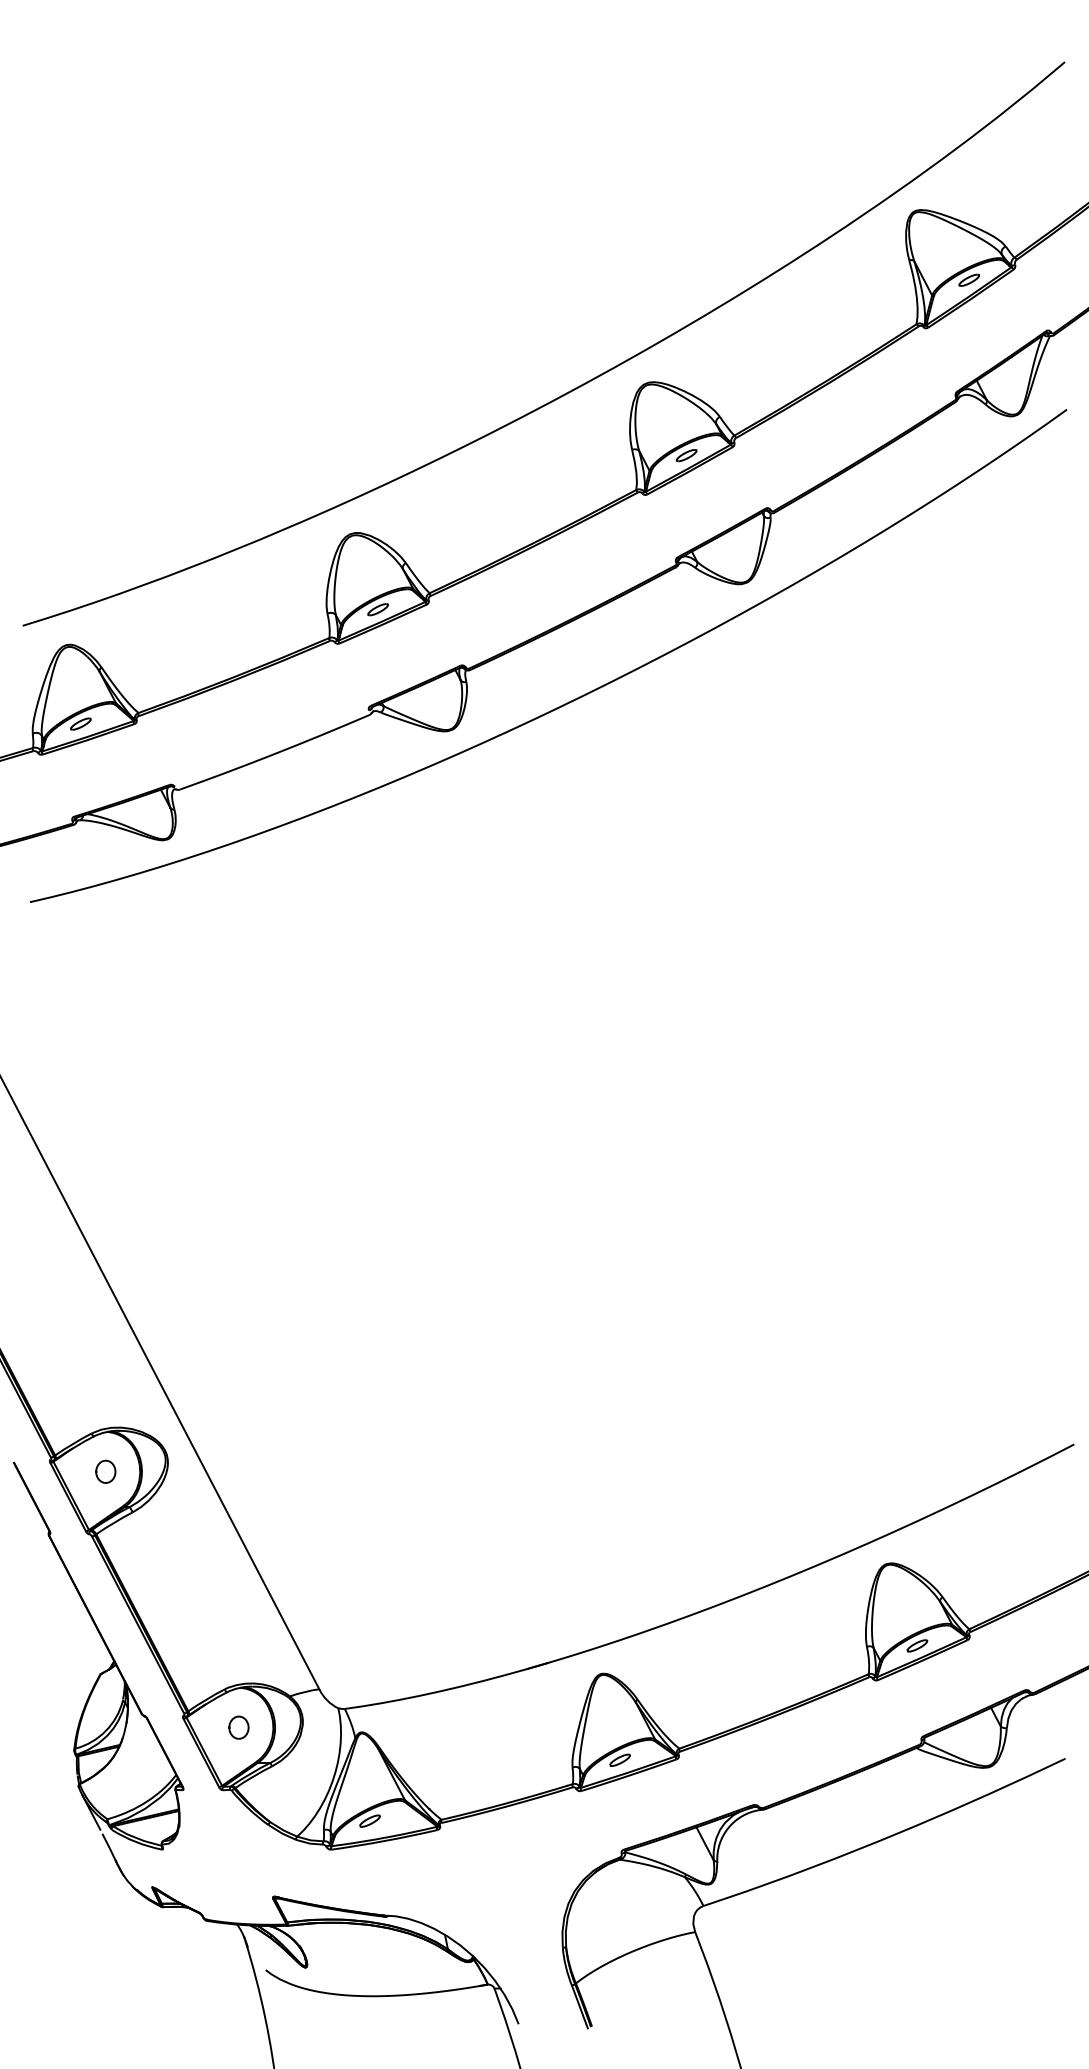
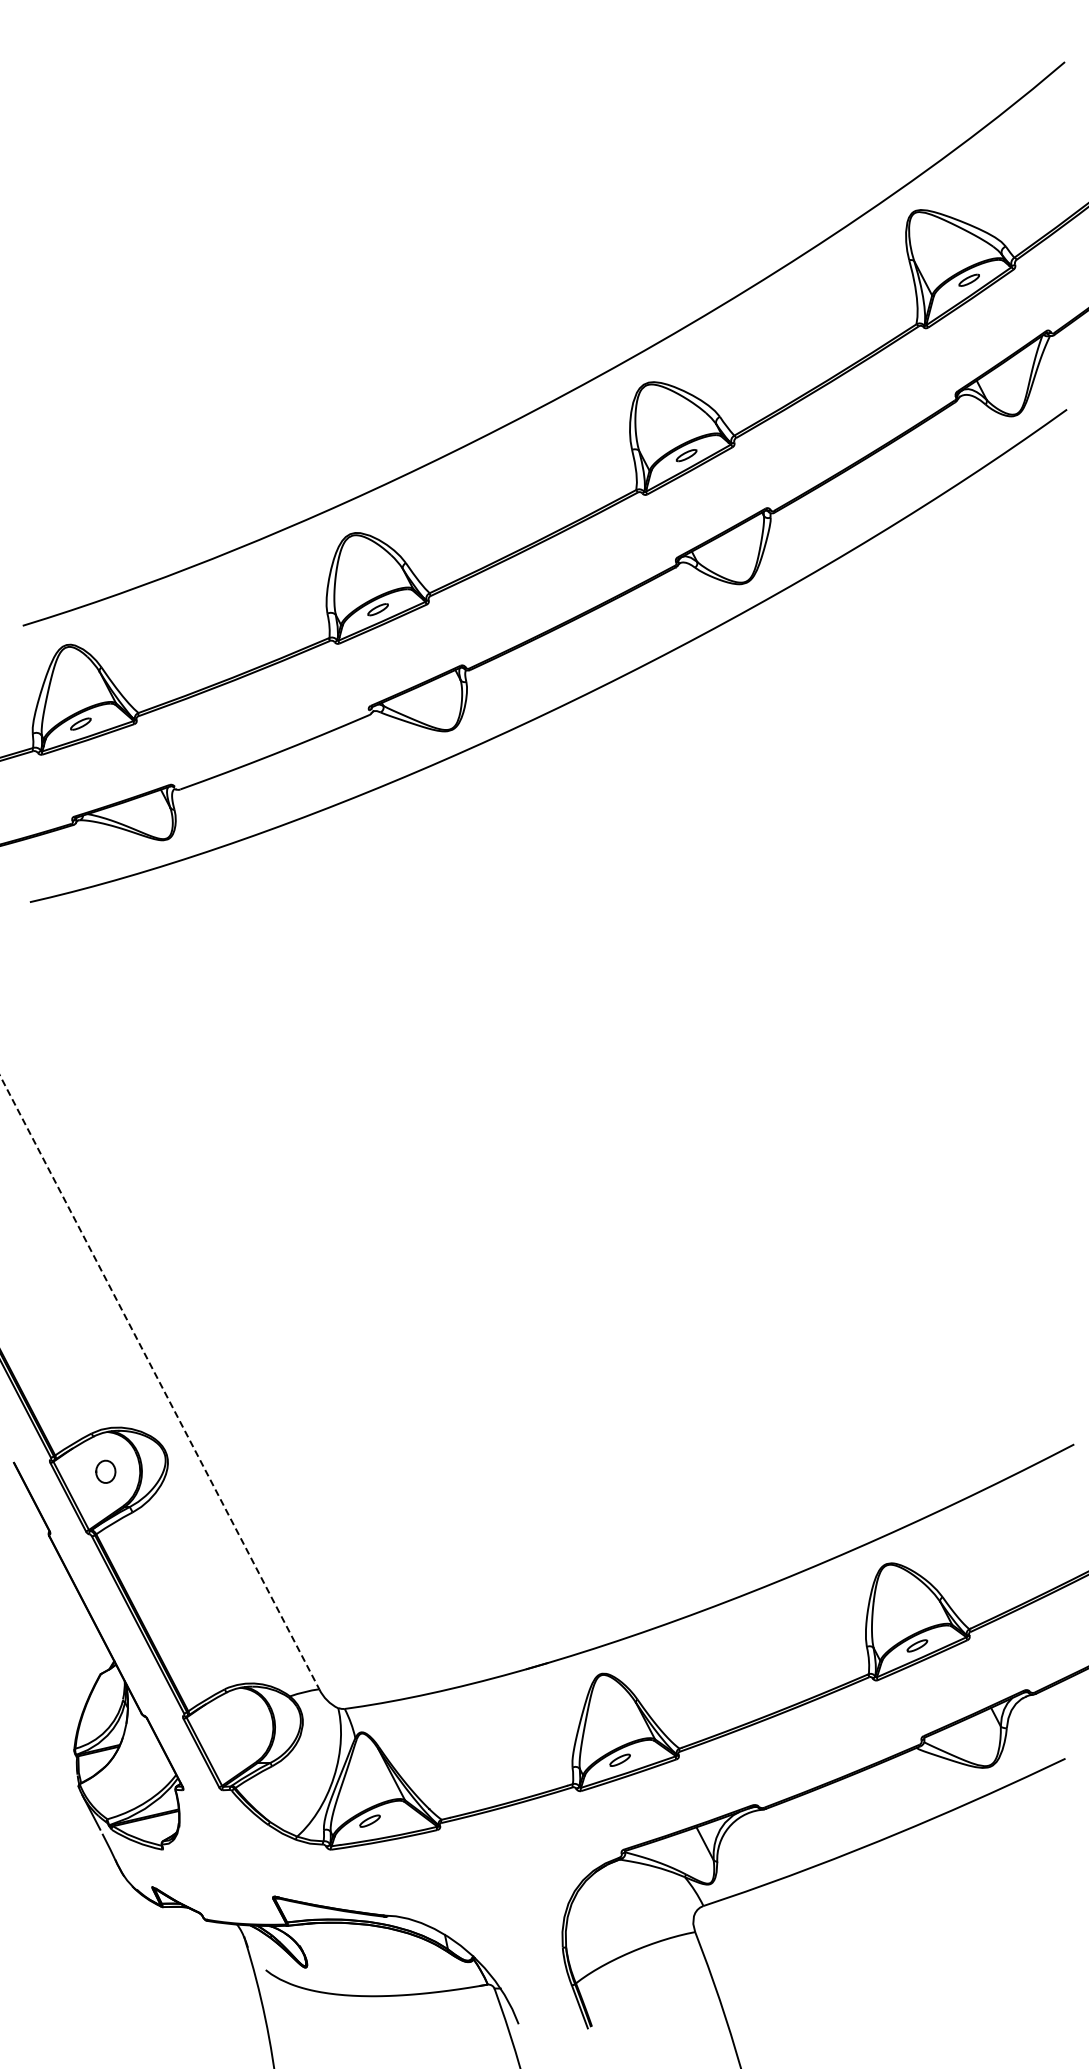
line at (159, 1382): solid -> dashed
part at (238, 1727): present -> none
